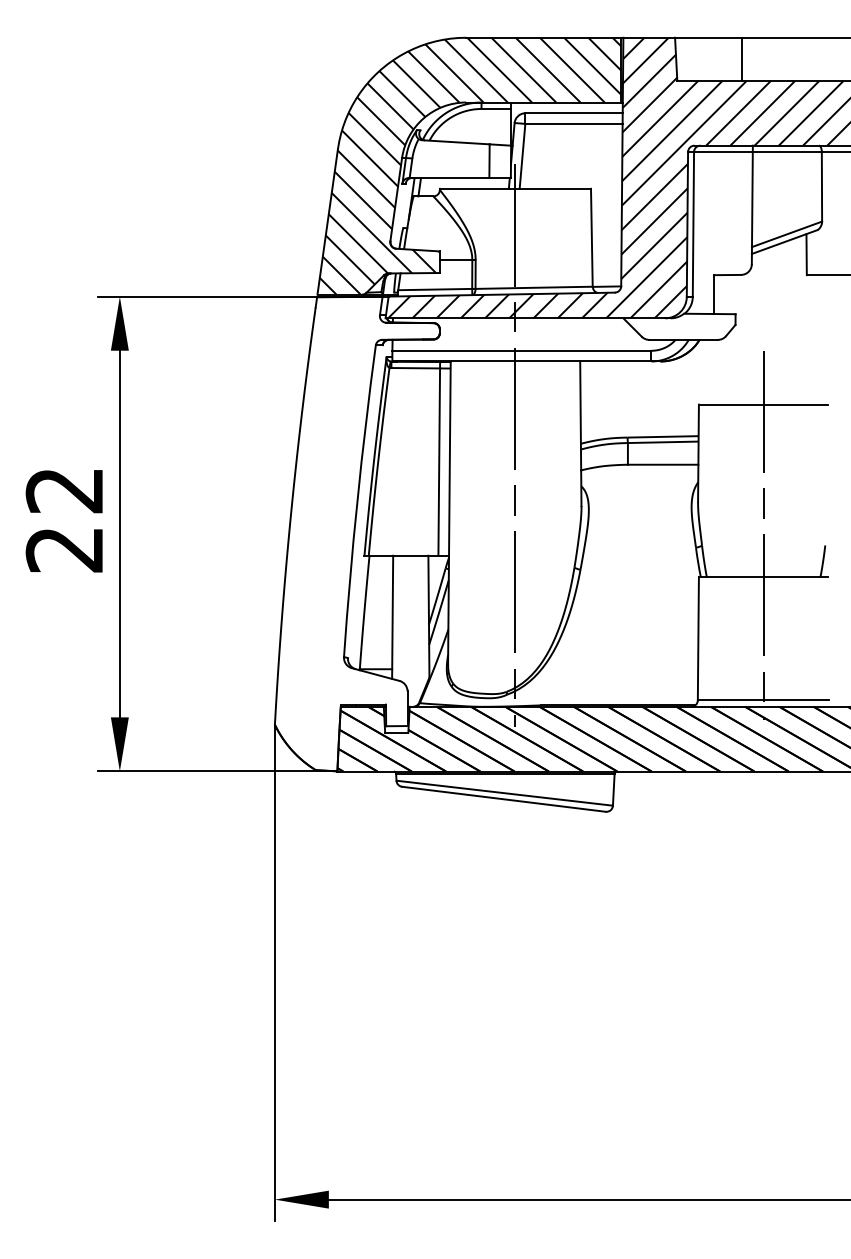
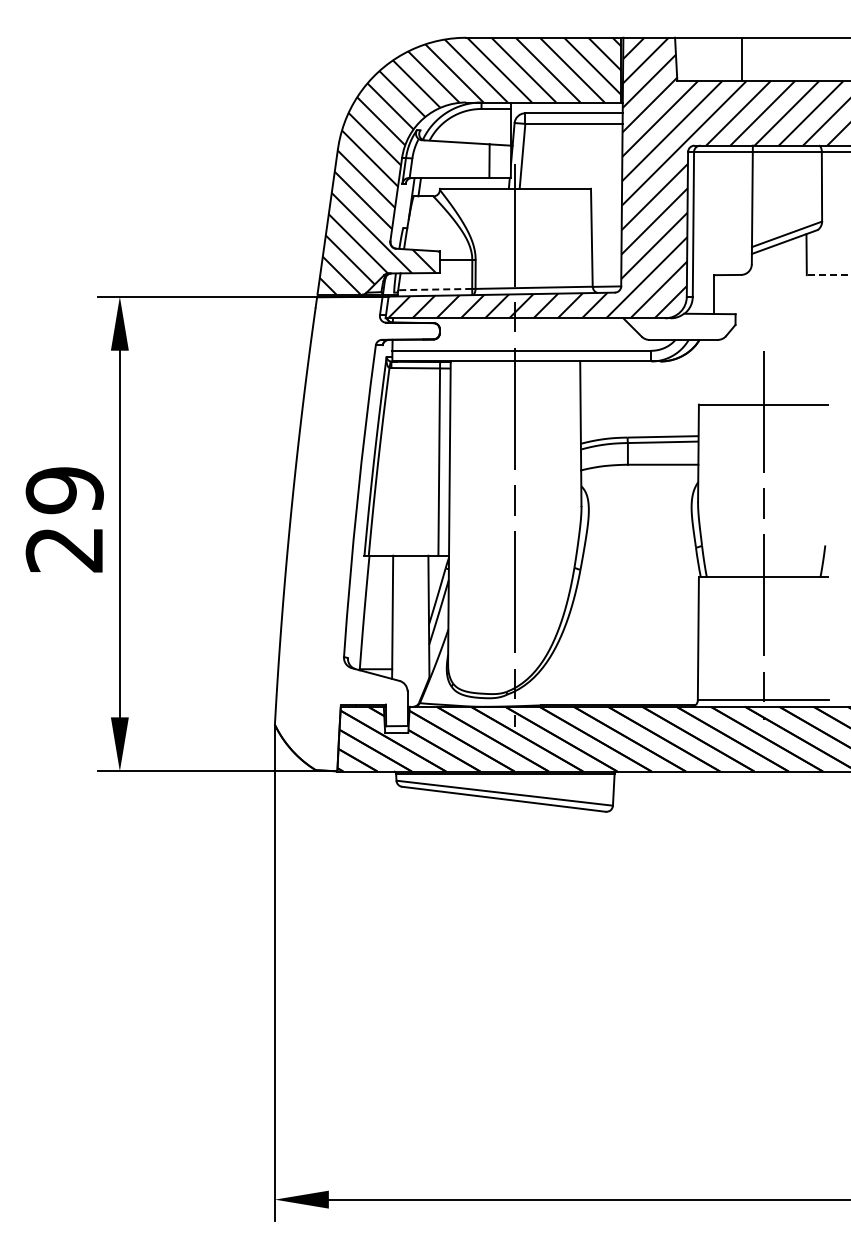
line at (828, 275): solid -> dashed
line at (435, 289): solid -> dashed
text at (64, 490): 22 -> 29
